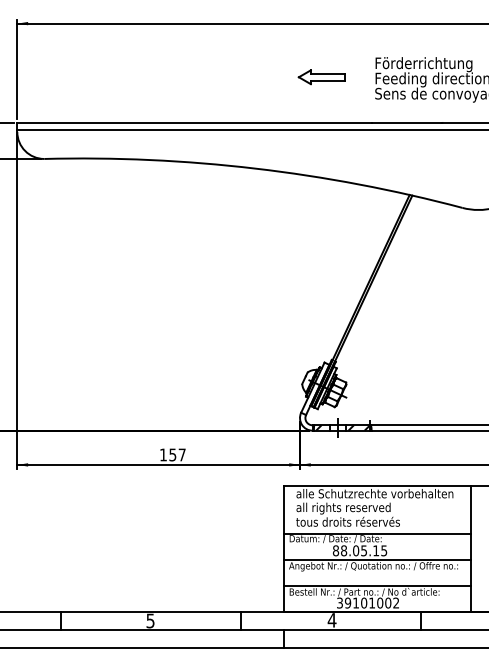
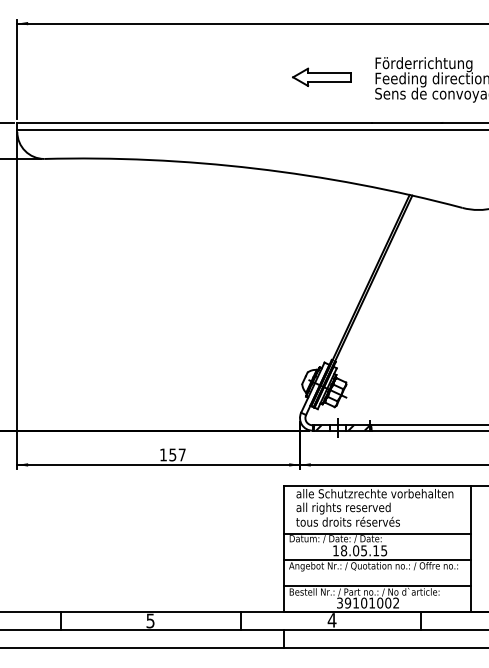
part at (321, 77) size: 49x17 px -> 60x20 px
text at (335, 550): 88.05.15 -> 18.05.15
